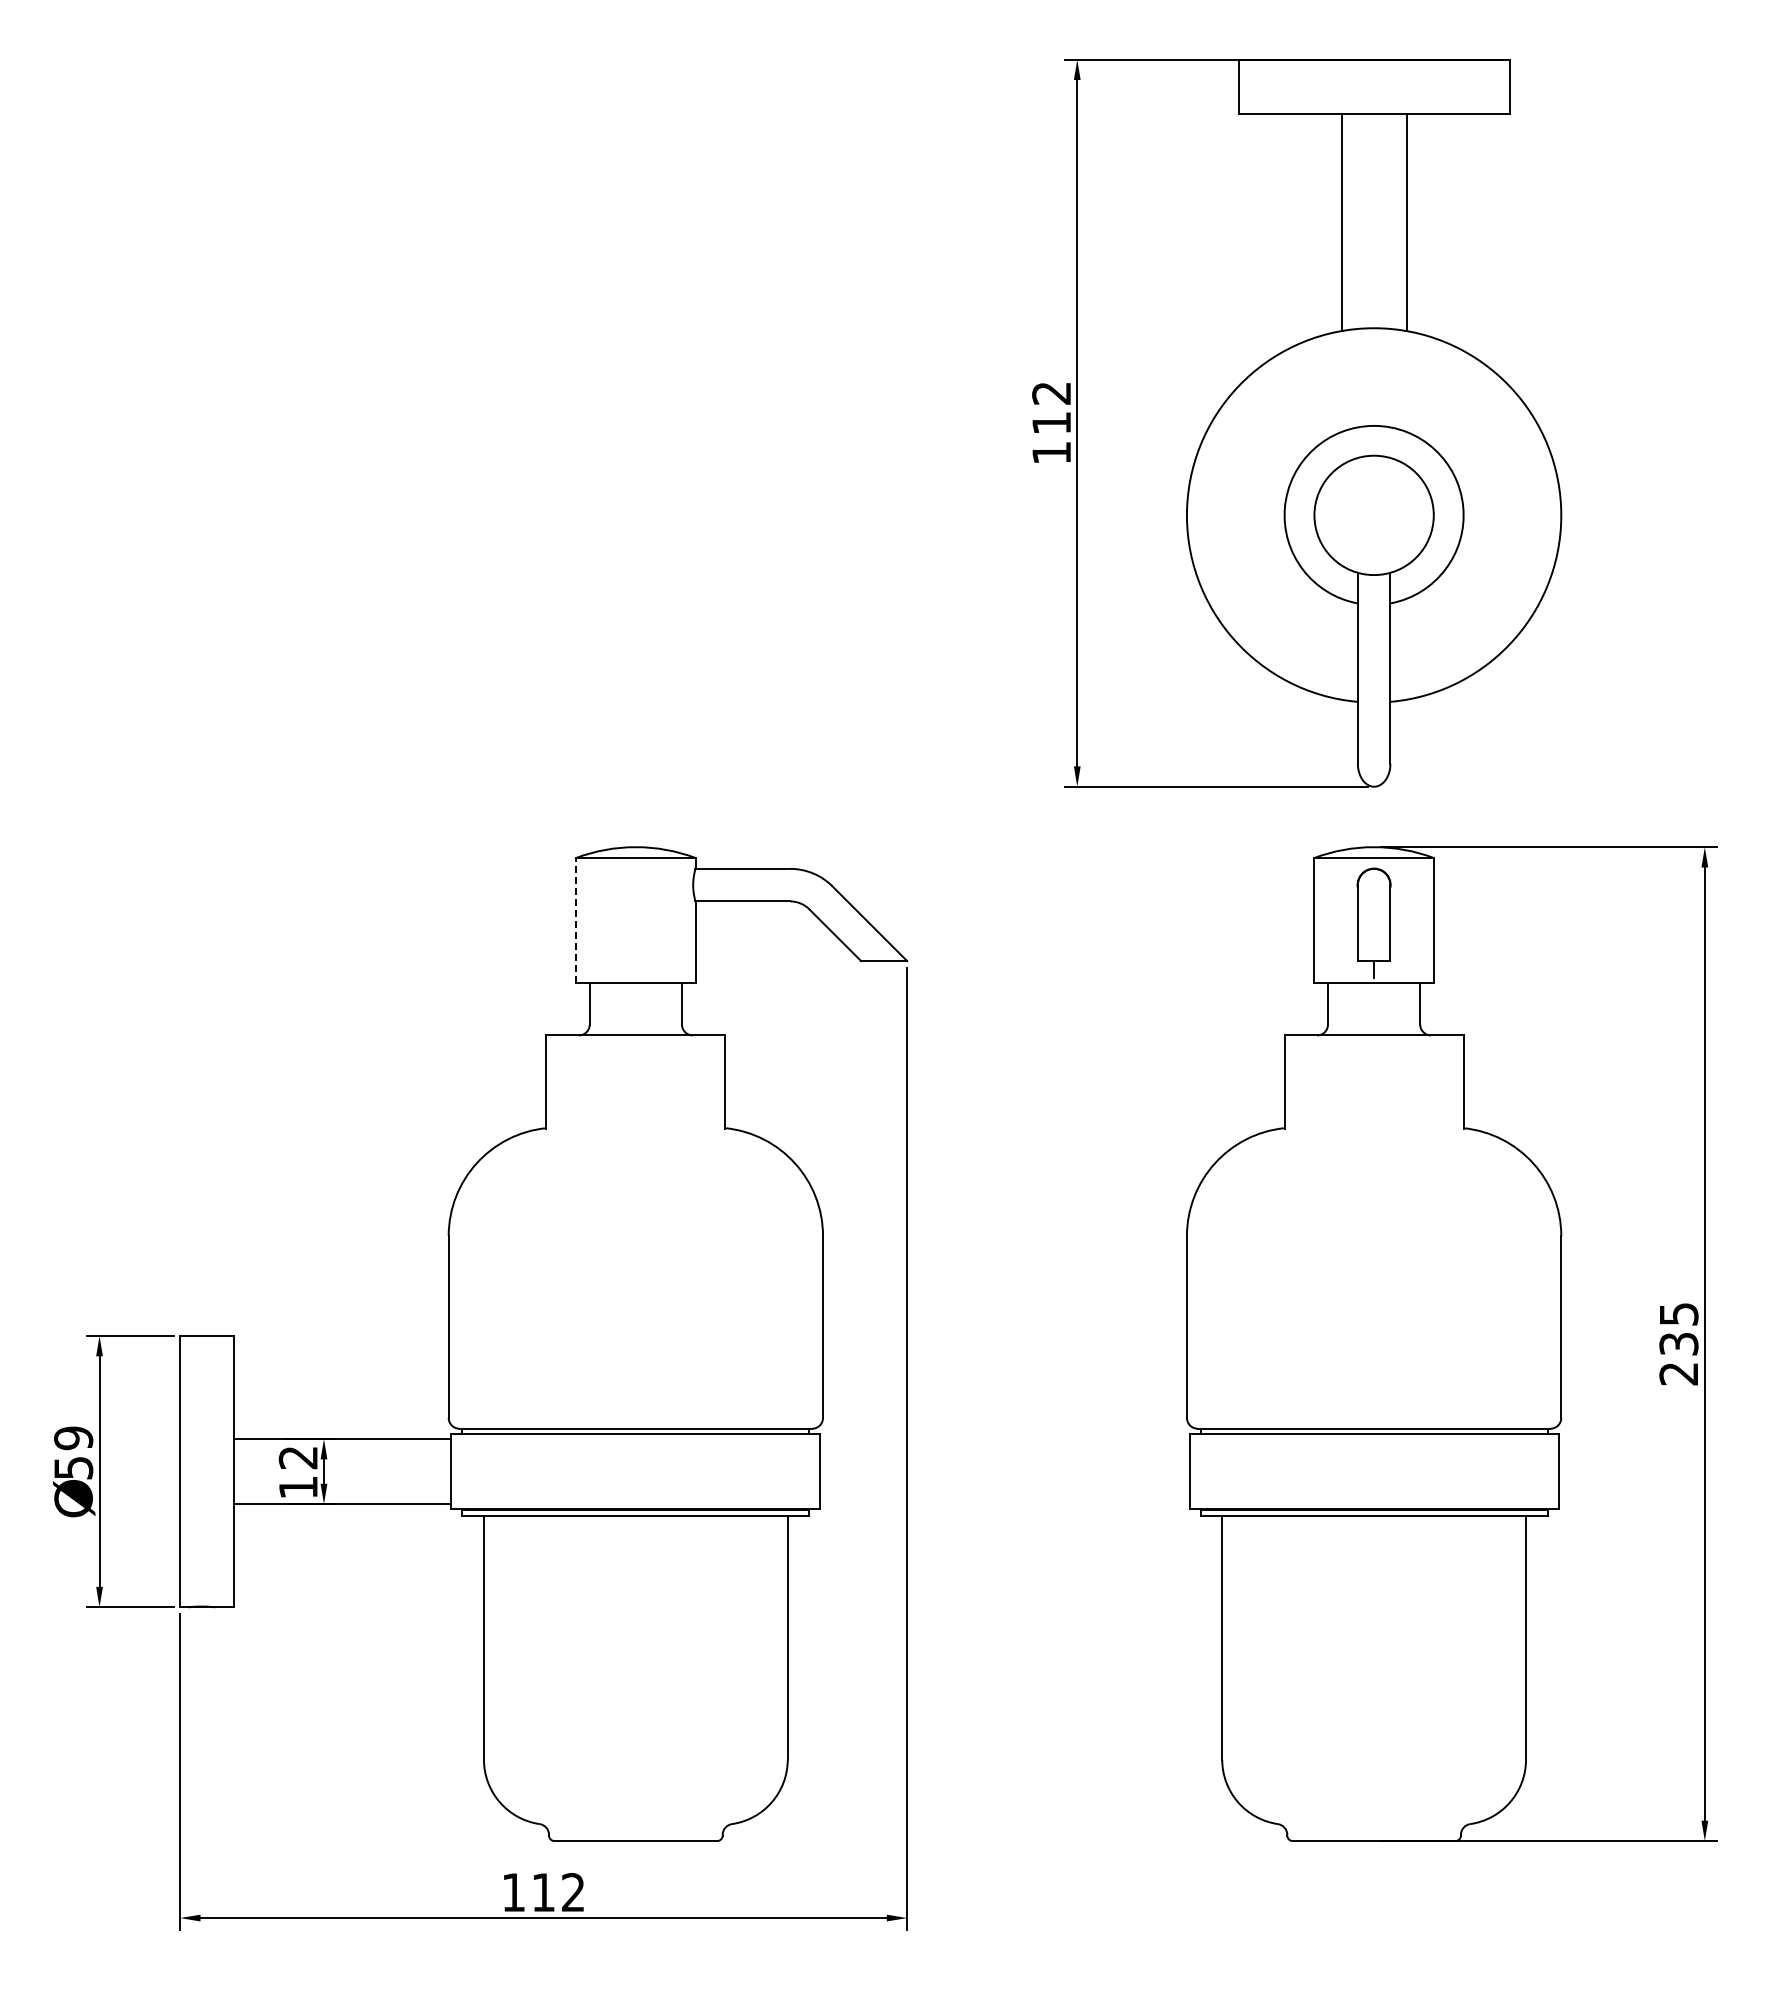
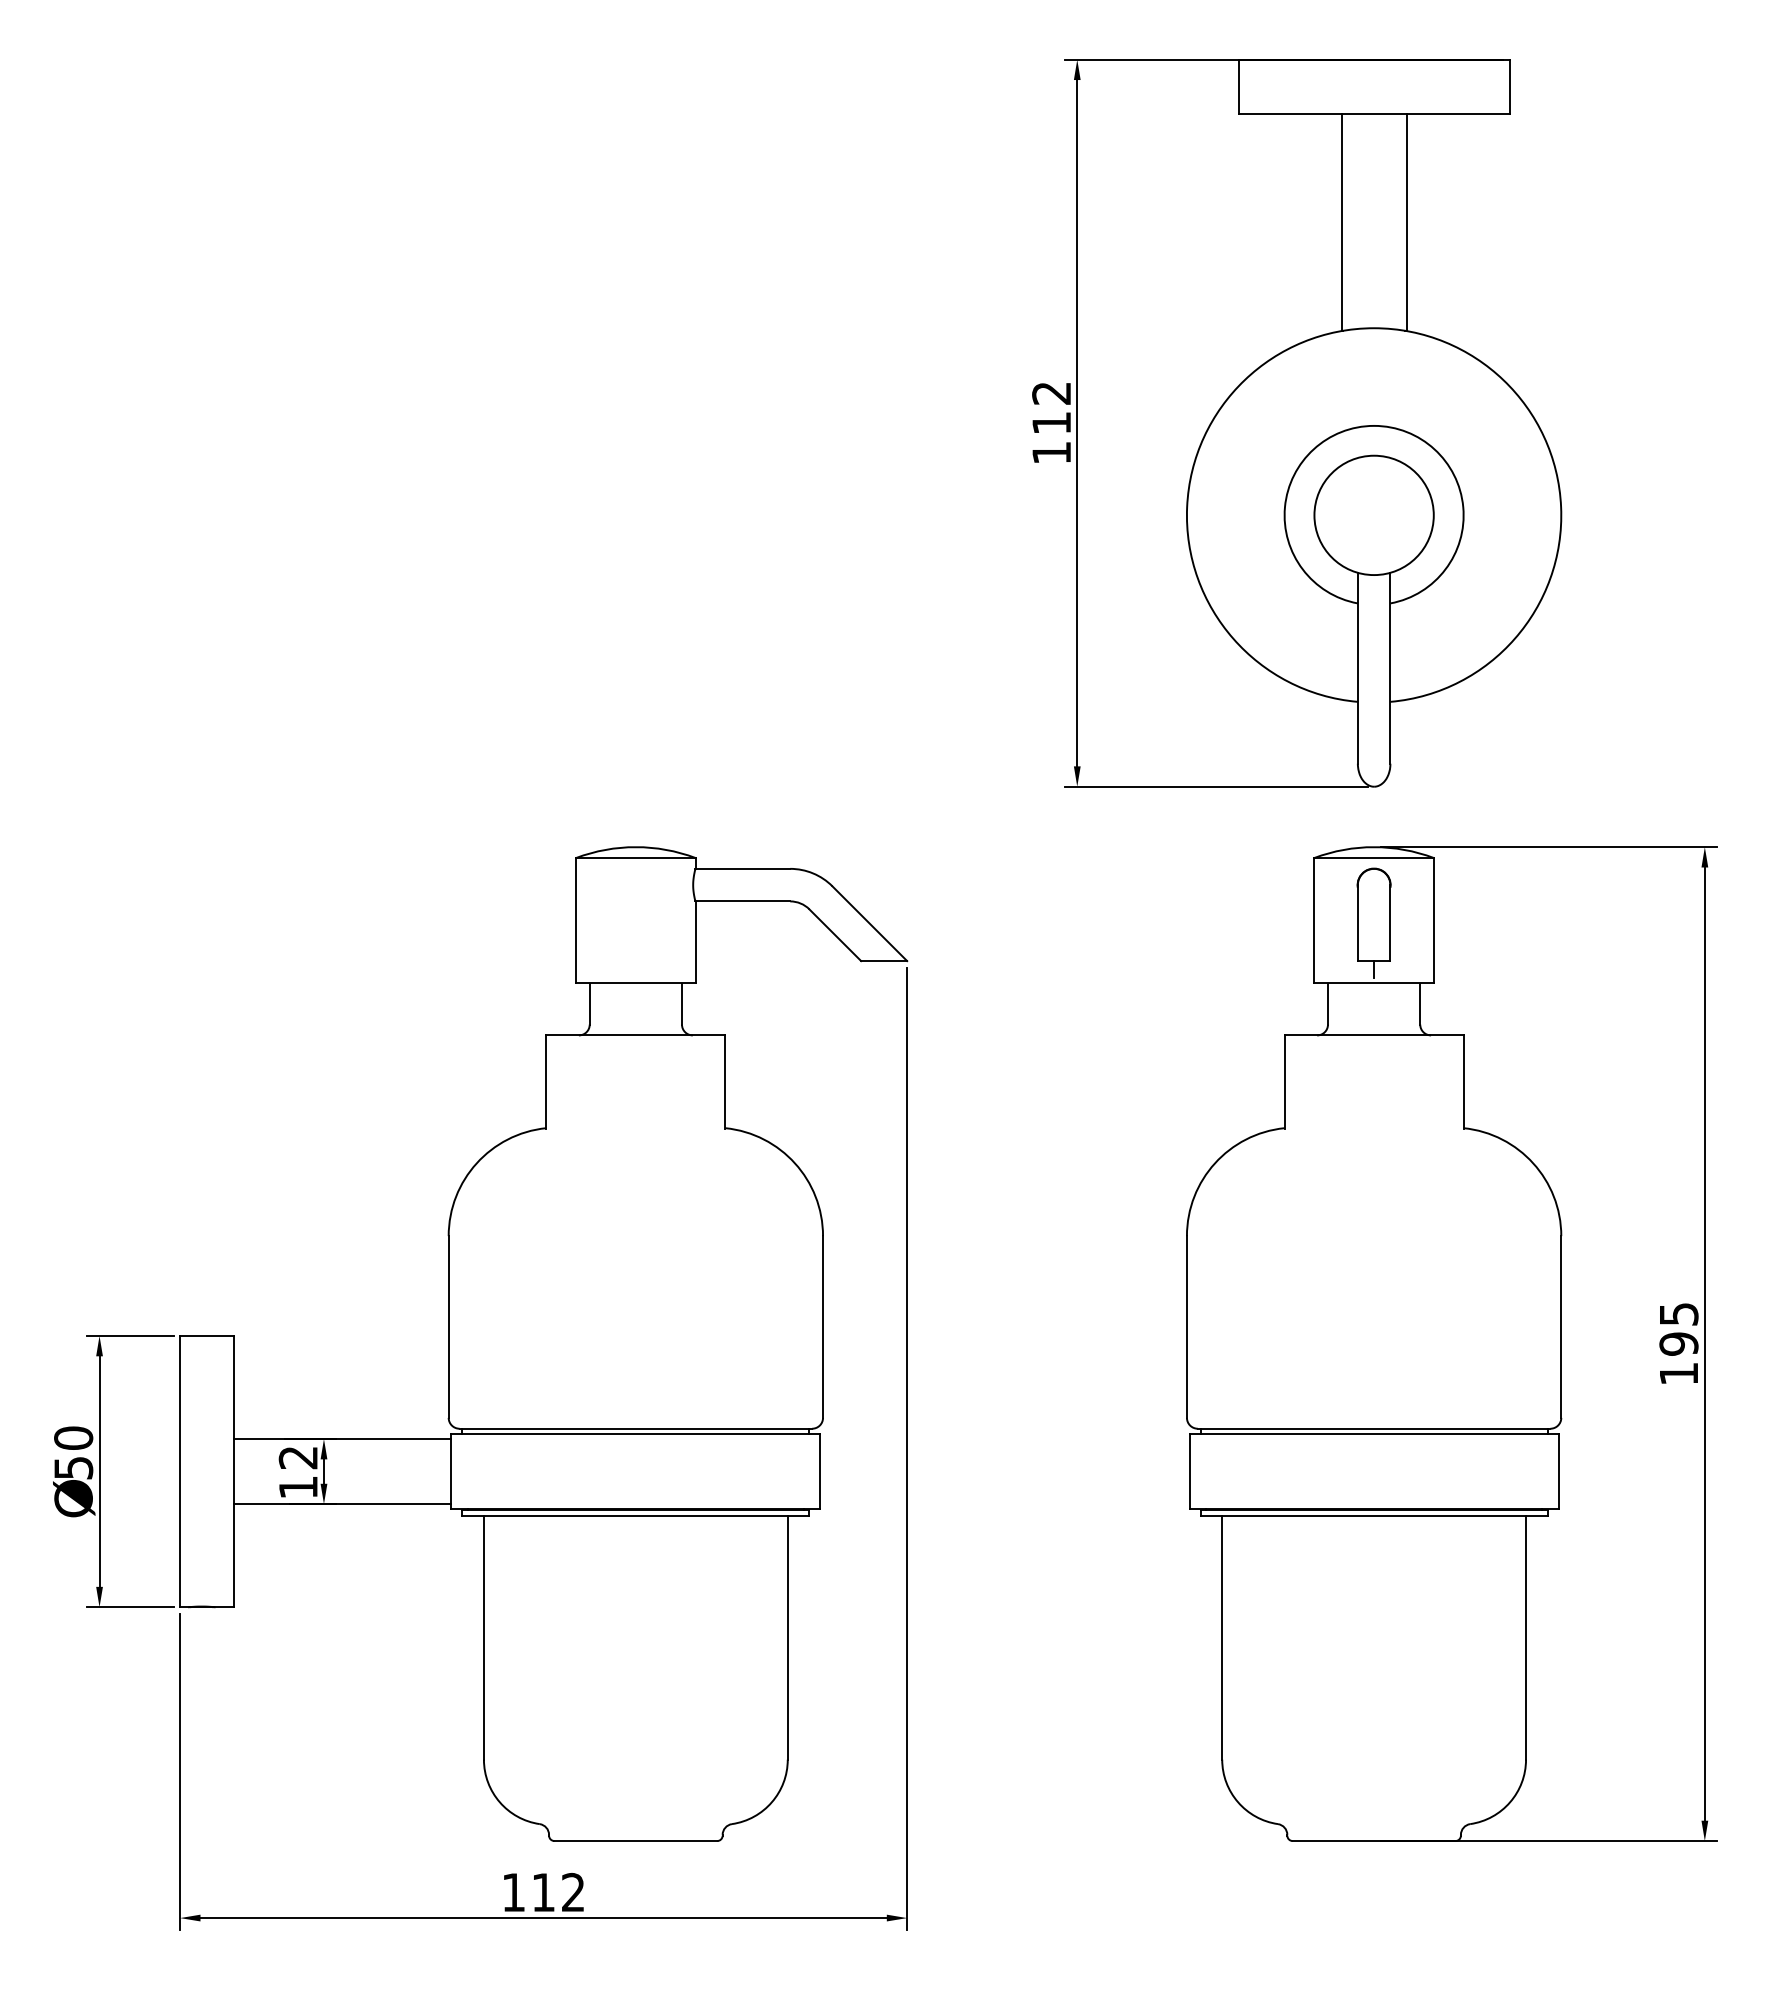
line at (576, 919): dashed -> solid
text at (1678, 1358): 235 -> 195
text at (73, 1438): 59 -> 50
